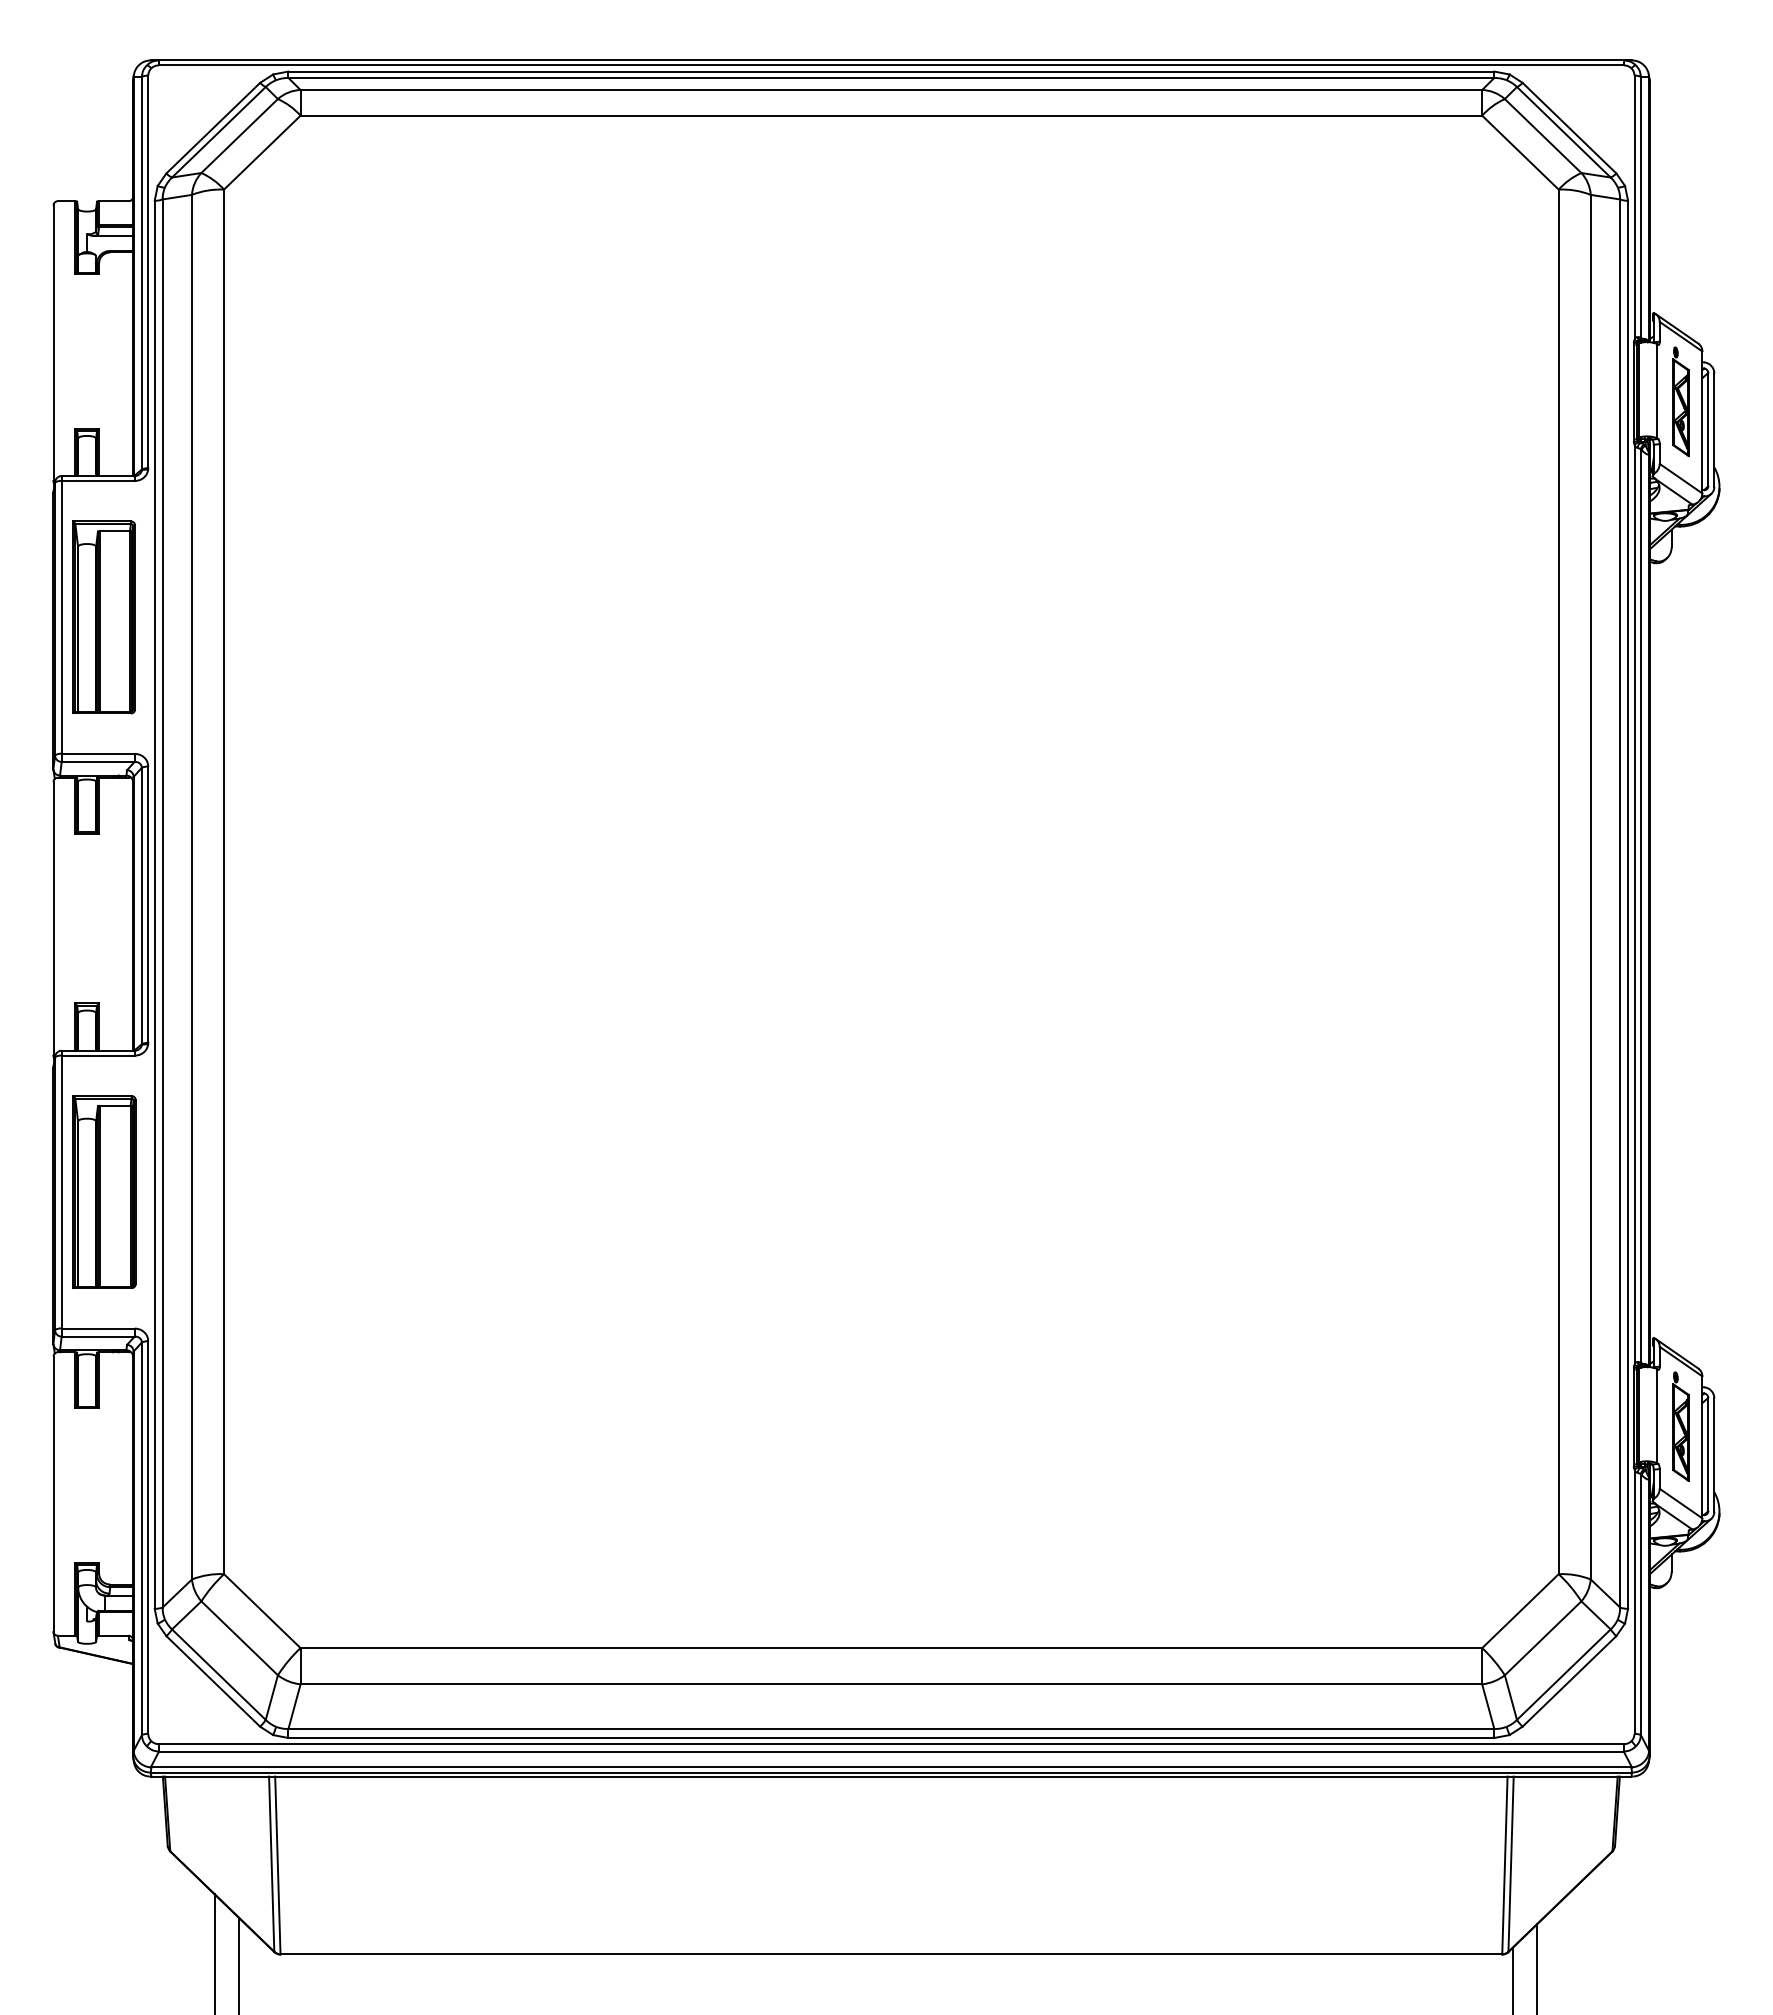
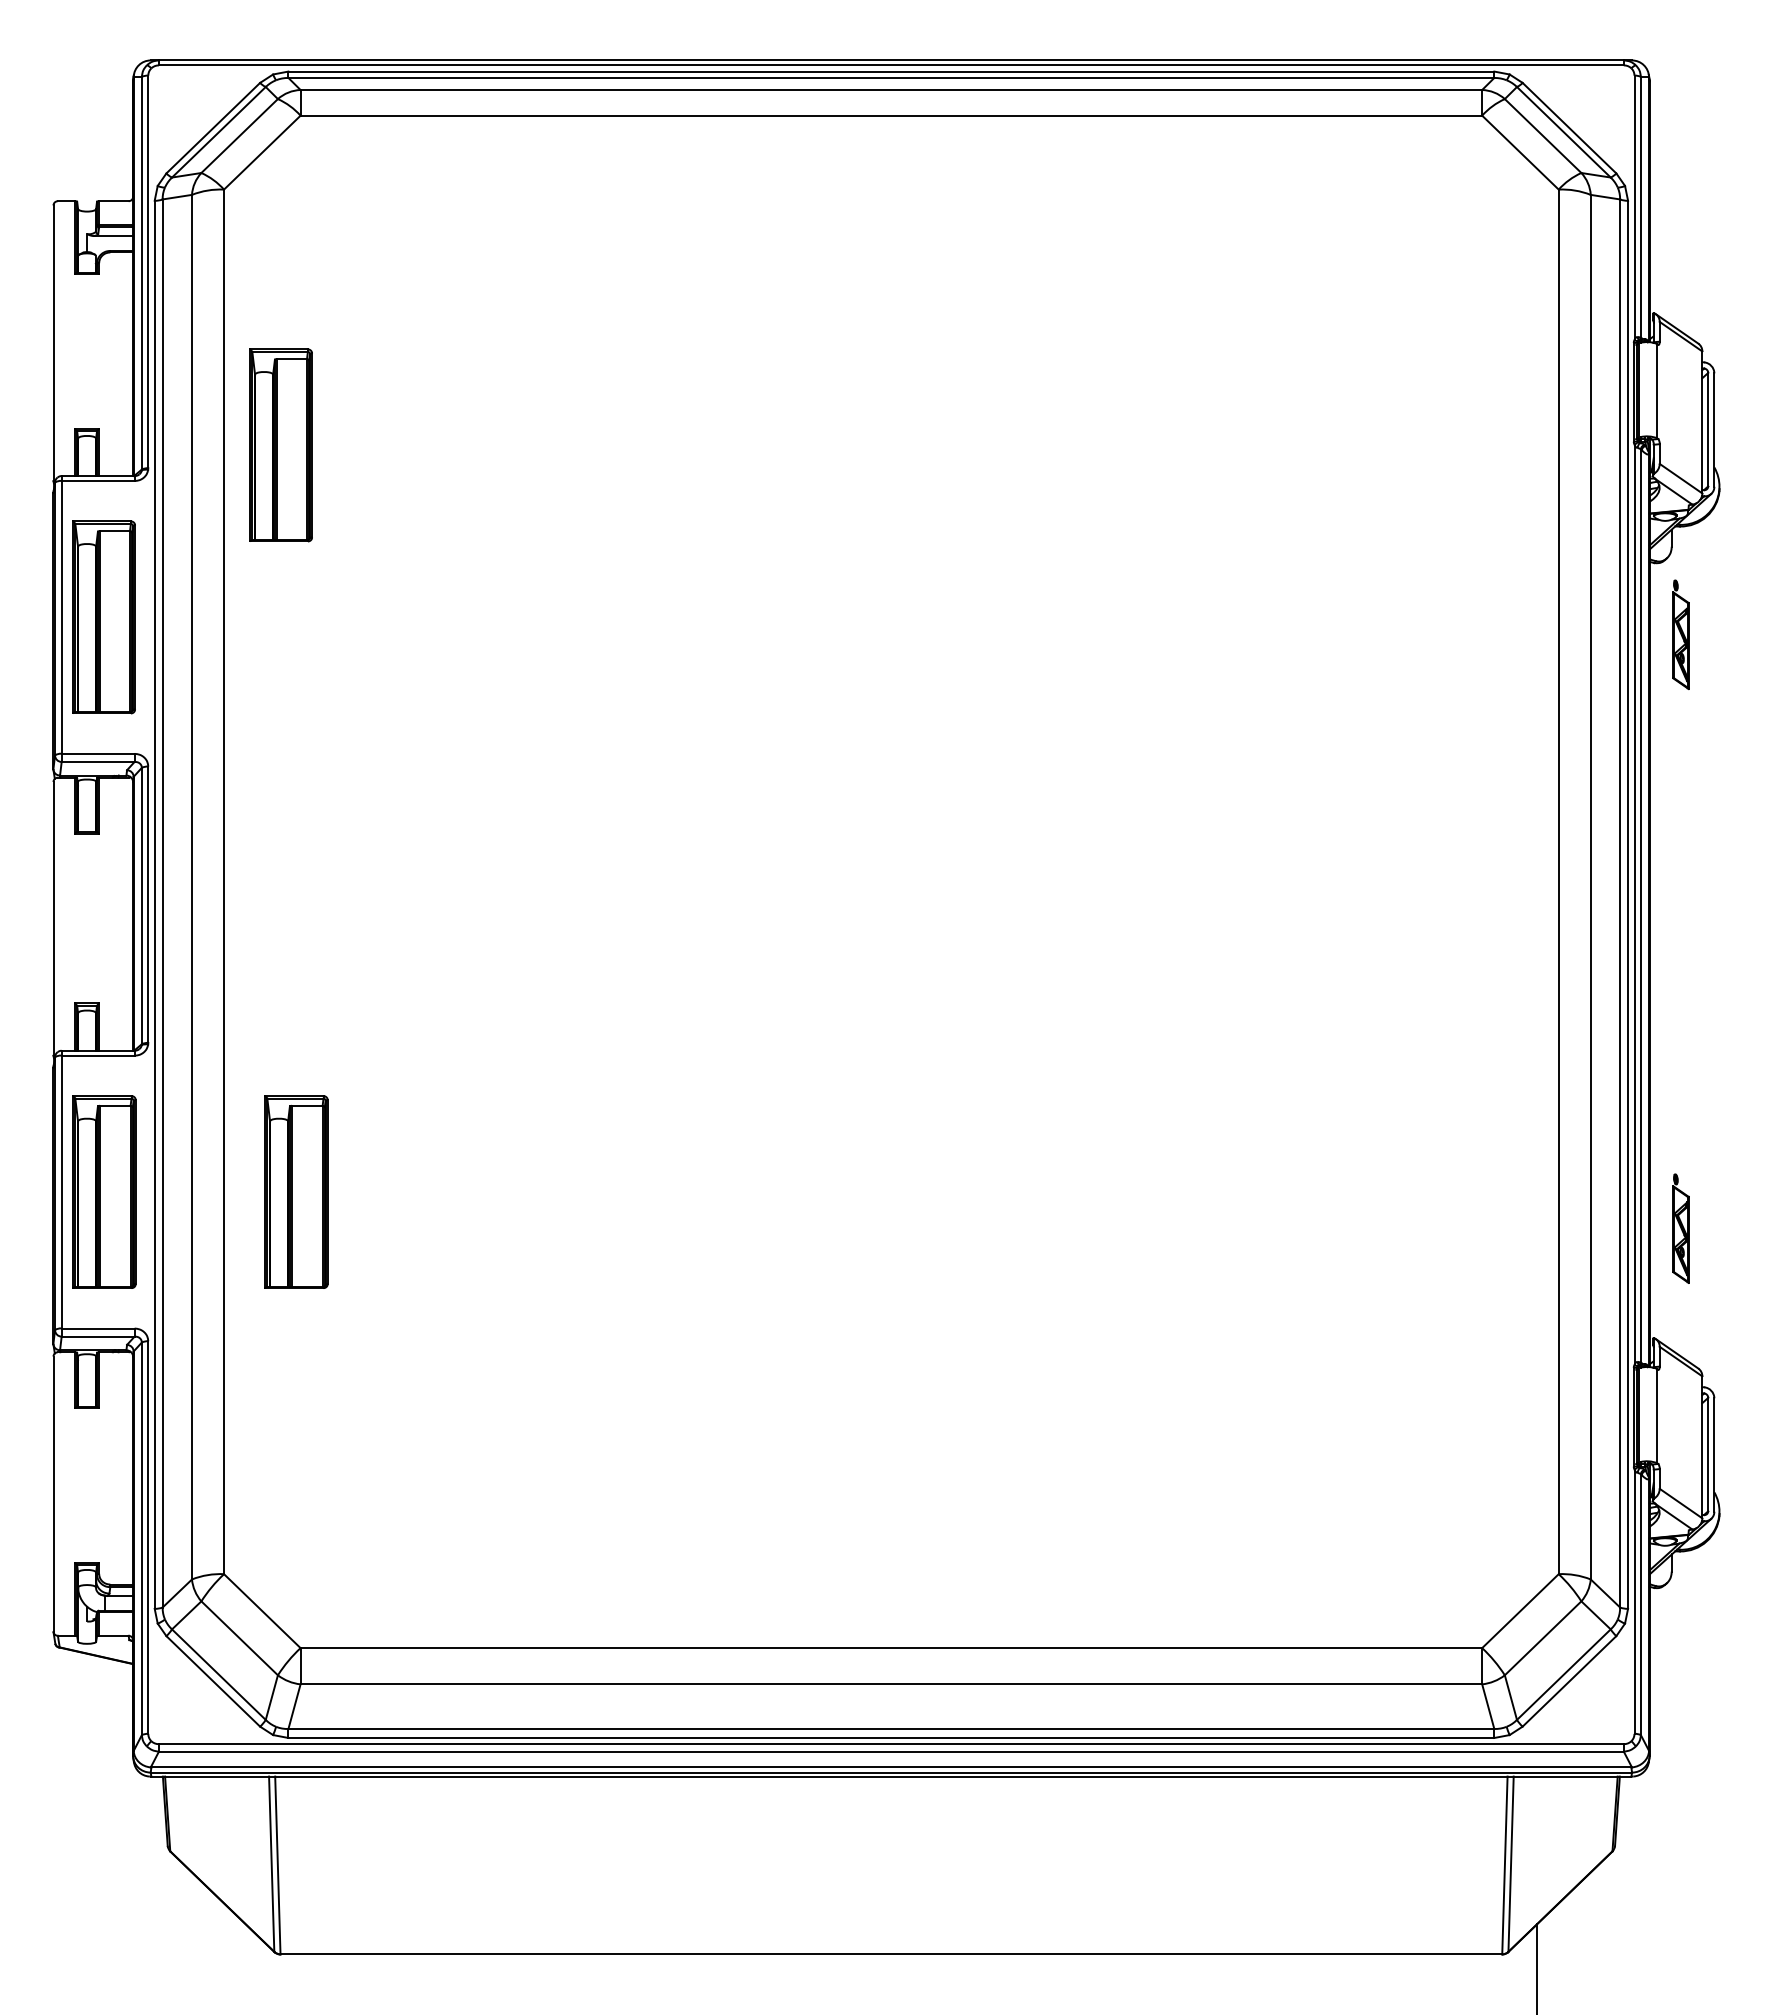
part at (1680, 401) position: (1680, 401) -> (1680, 634)
part at (280, 445): none -> present
part at (296, 1191): none -> present
part at (1680, 1426) position: (1680, 1426) -> (1680, 1228)
line at (214, 1952): present -> none
line at (239, 1964): present -> none
line at (1512, 1979): present -> none
